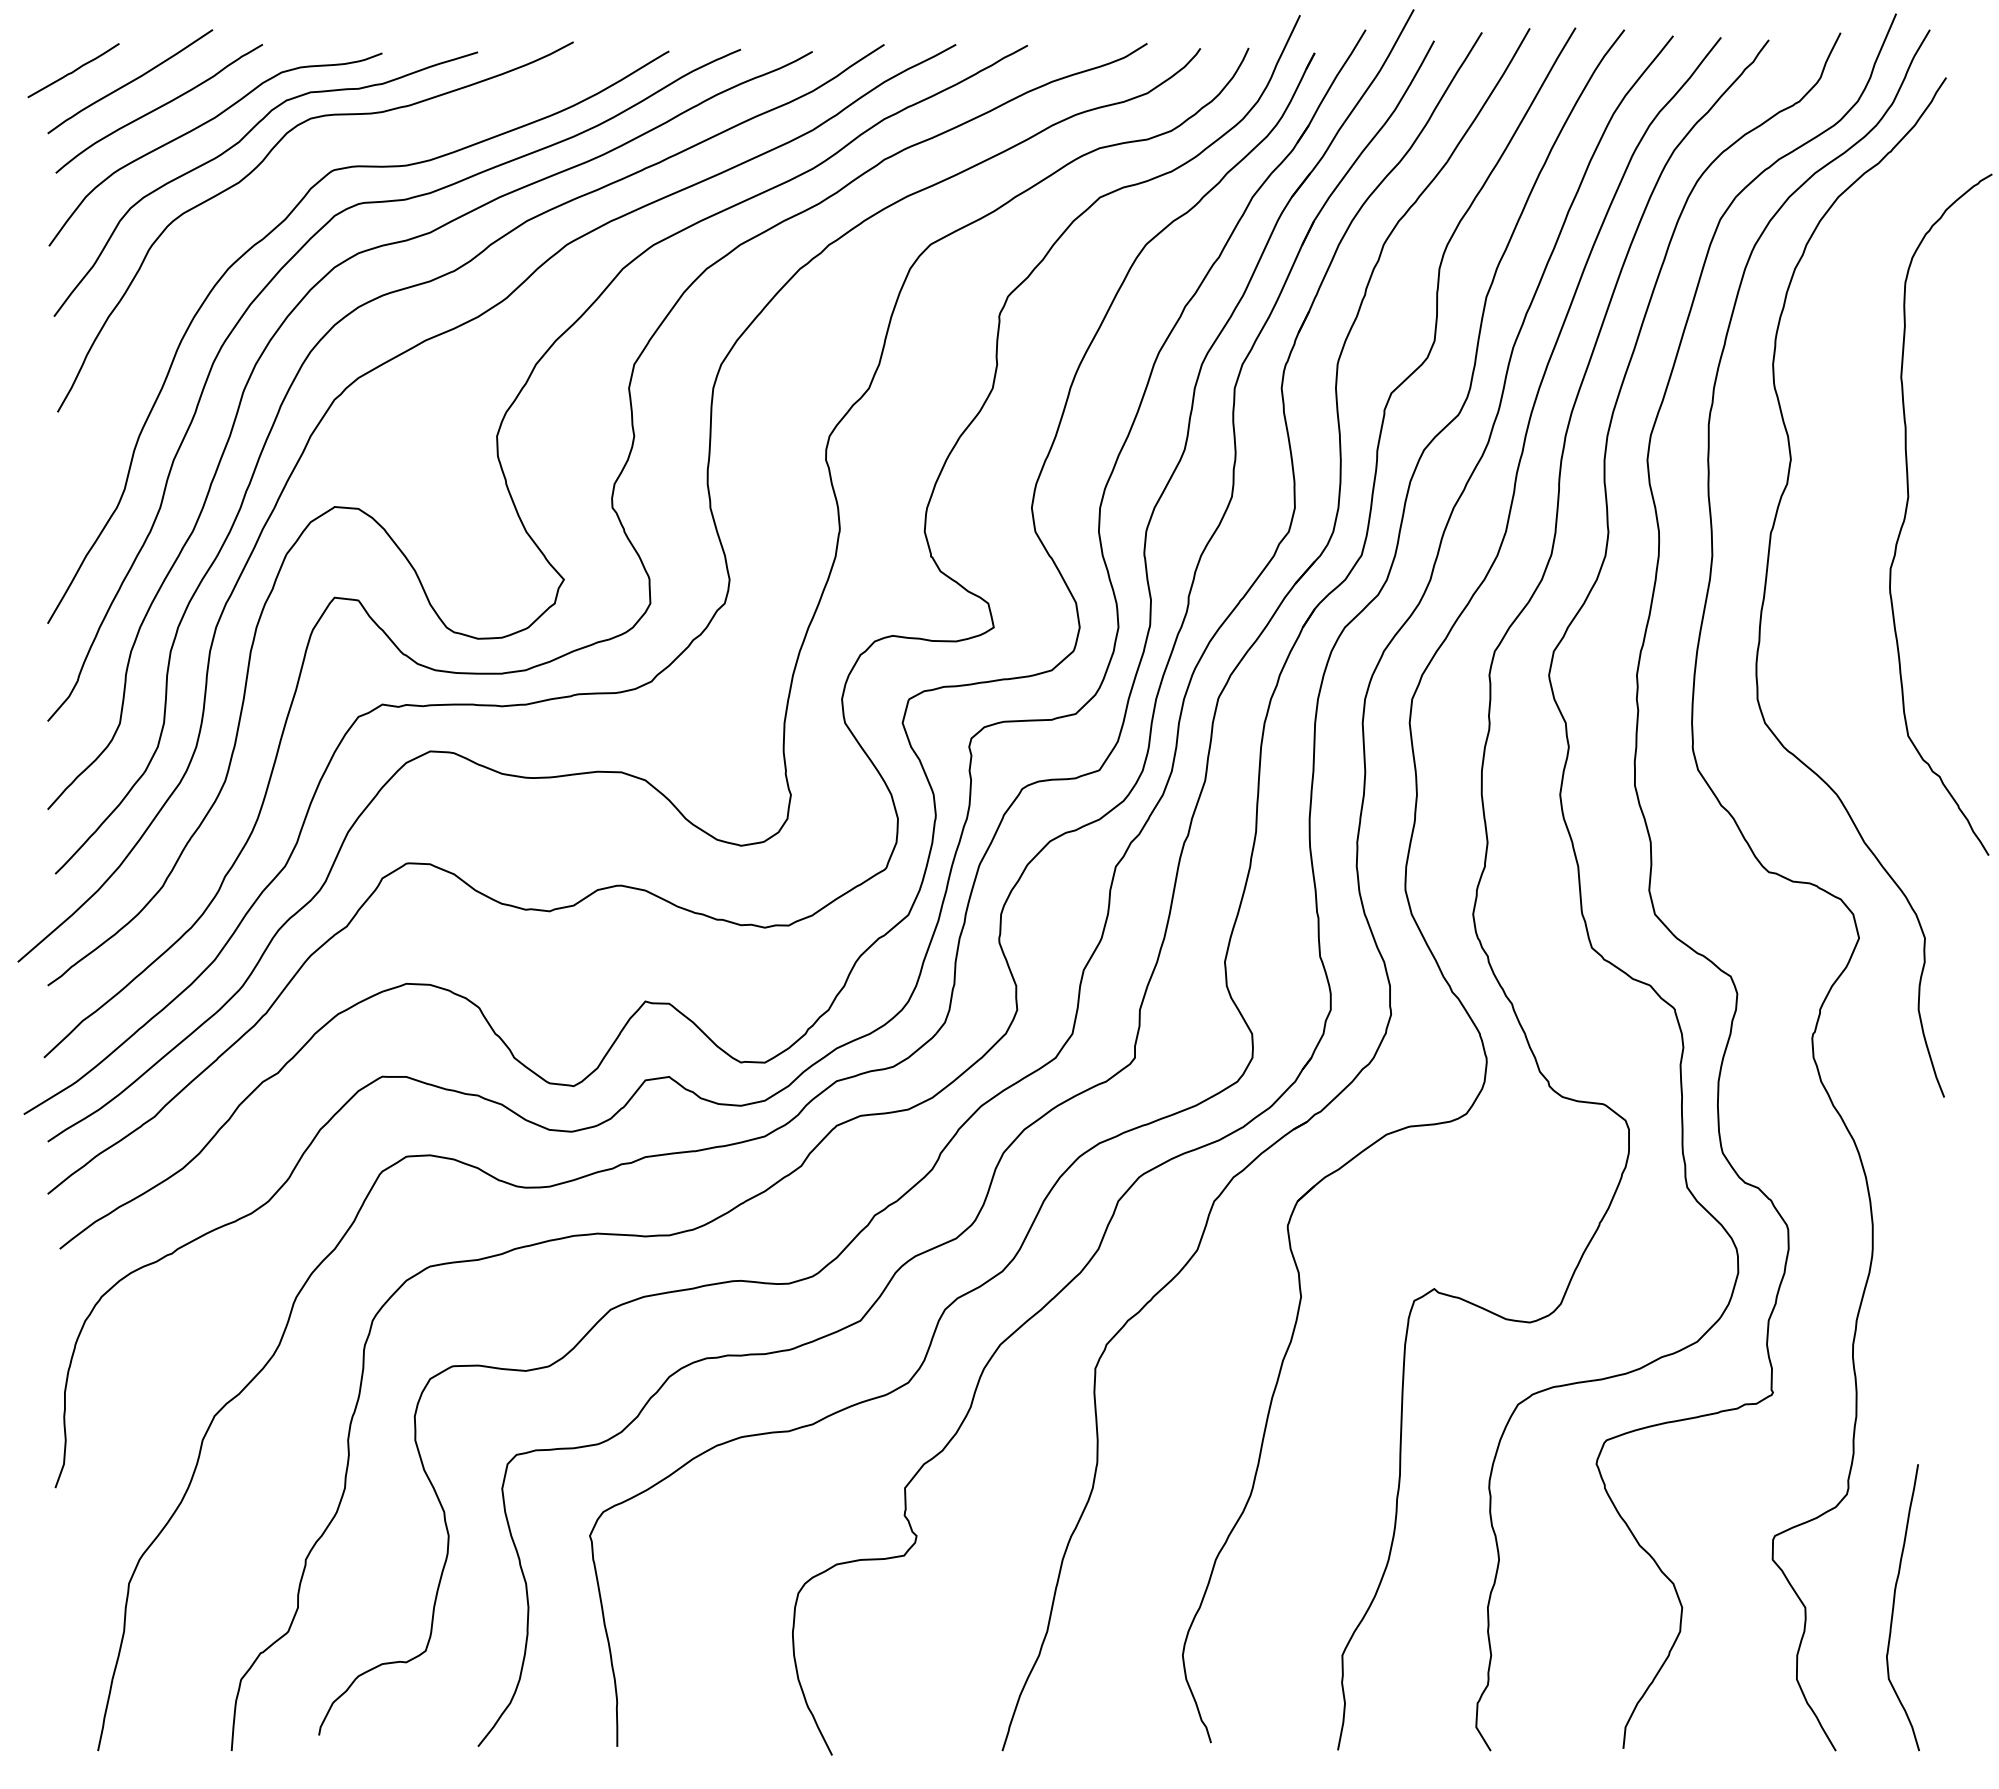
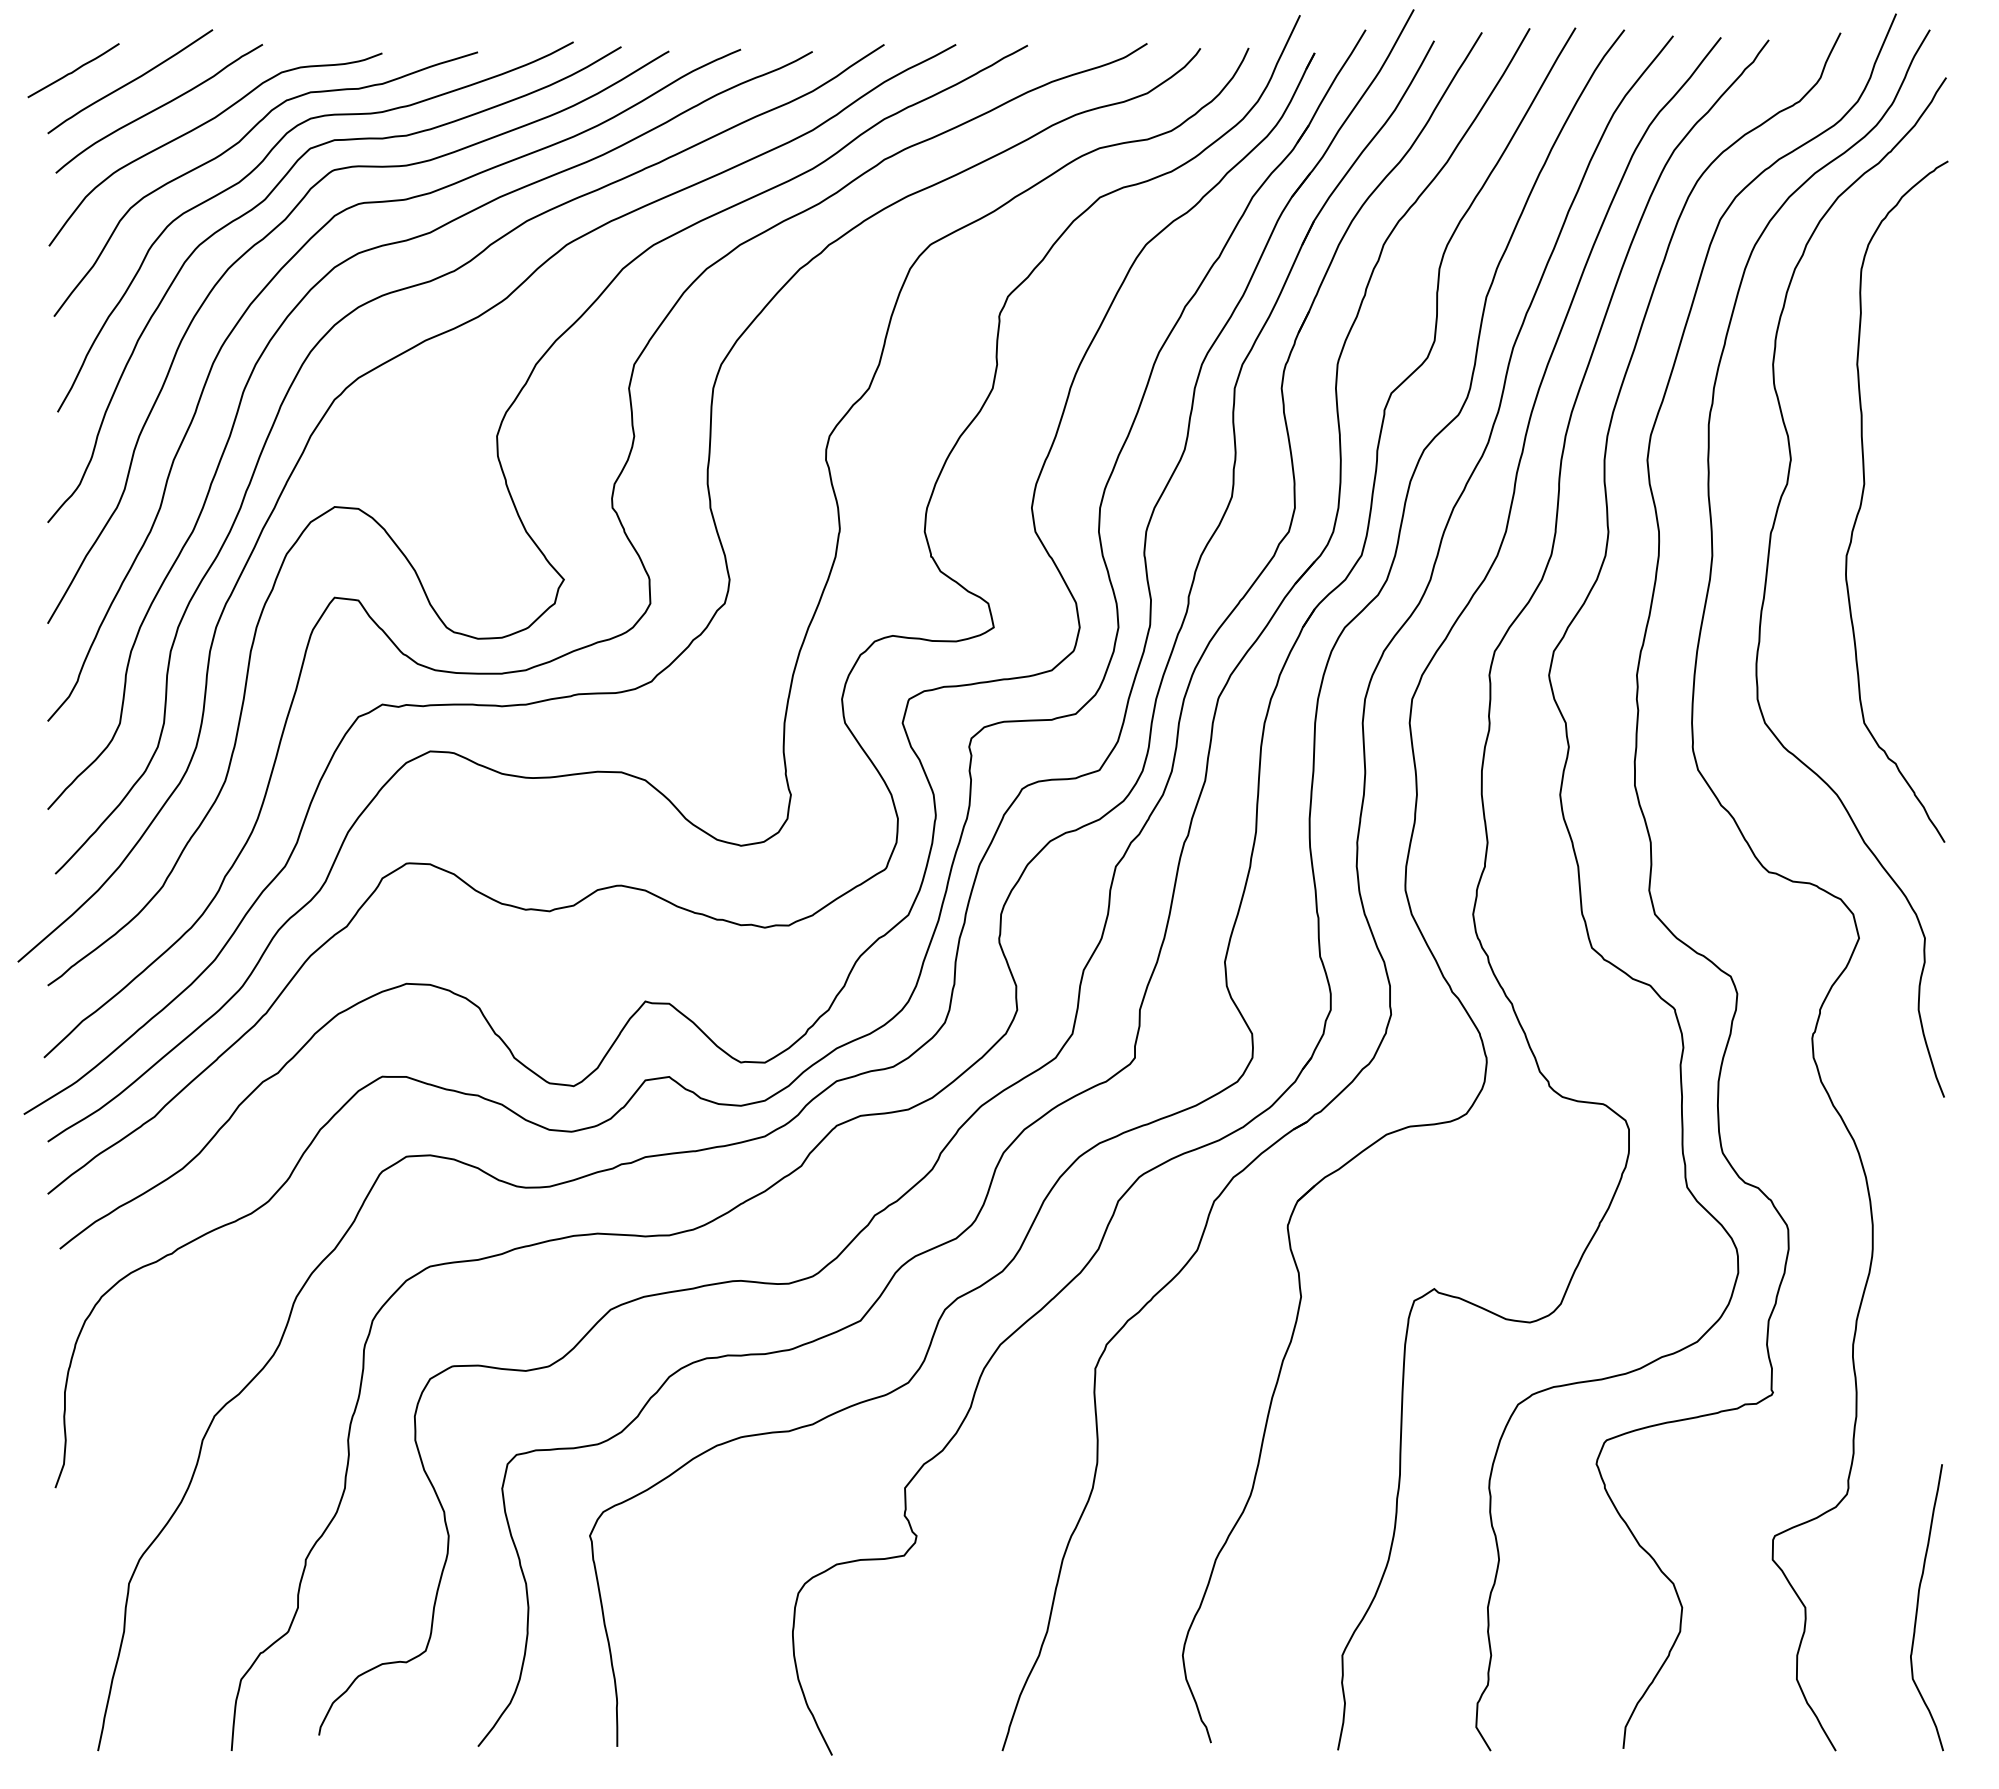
curve at (263, 202): none -> present
curve at (1907, 509) position: (1907, 509) -> (1863, 496)
curve at (1894, 1607) position: (1894, 1607) -> (1918, 1607)
